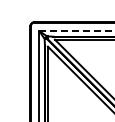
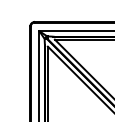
line at (77, 31): dashed -> solid
